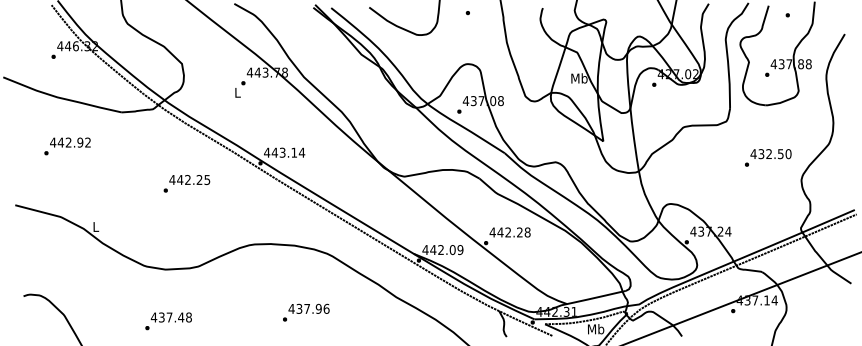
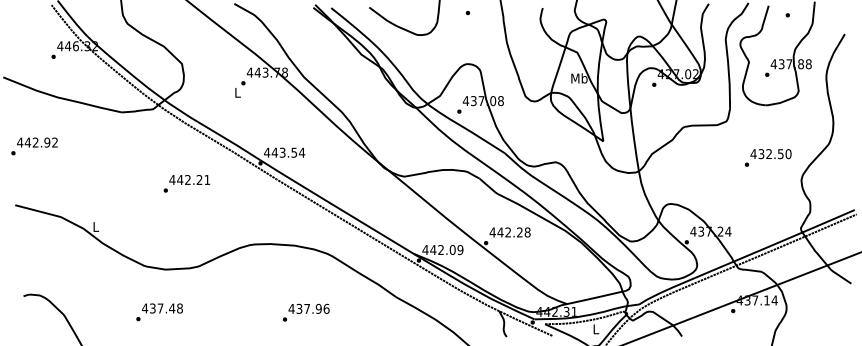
text at (67, 146) position: (67, 146) -> (34, 146)
text at (294, 152): 443.14 -> 443.54
text at (207, 180): 442.25 -> 442.21
text at (168, 321) position: (168, 321) -> (159, 312)
text at (596, 329): Mb -> L
